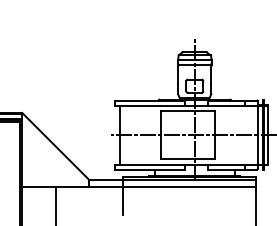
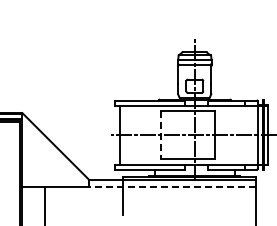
line at (160, 135): solid -> dashed
line at (172, 186): solid -> dashed
line at (55, 204) position: (55, 204) -> (44, 204)
